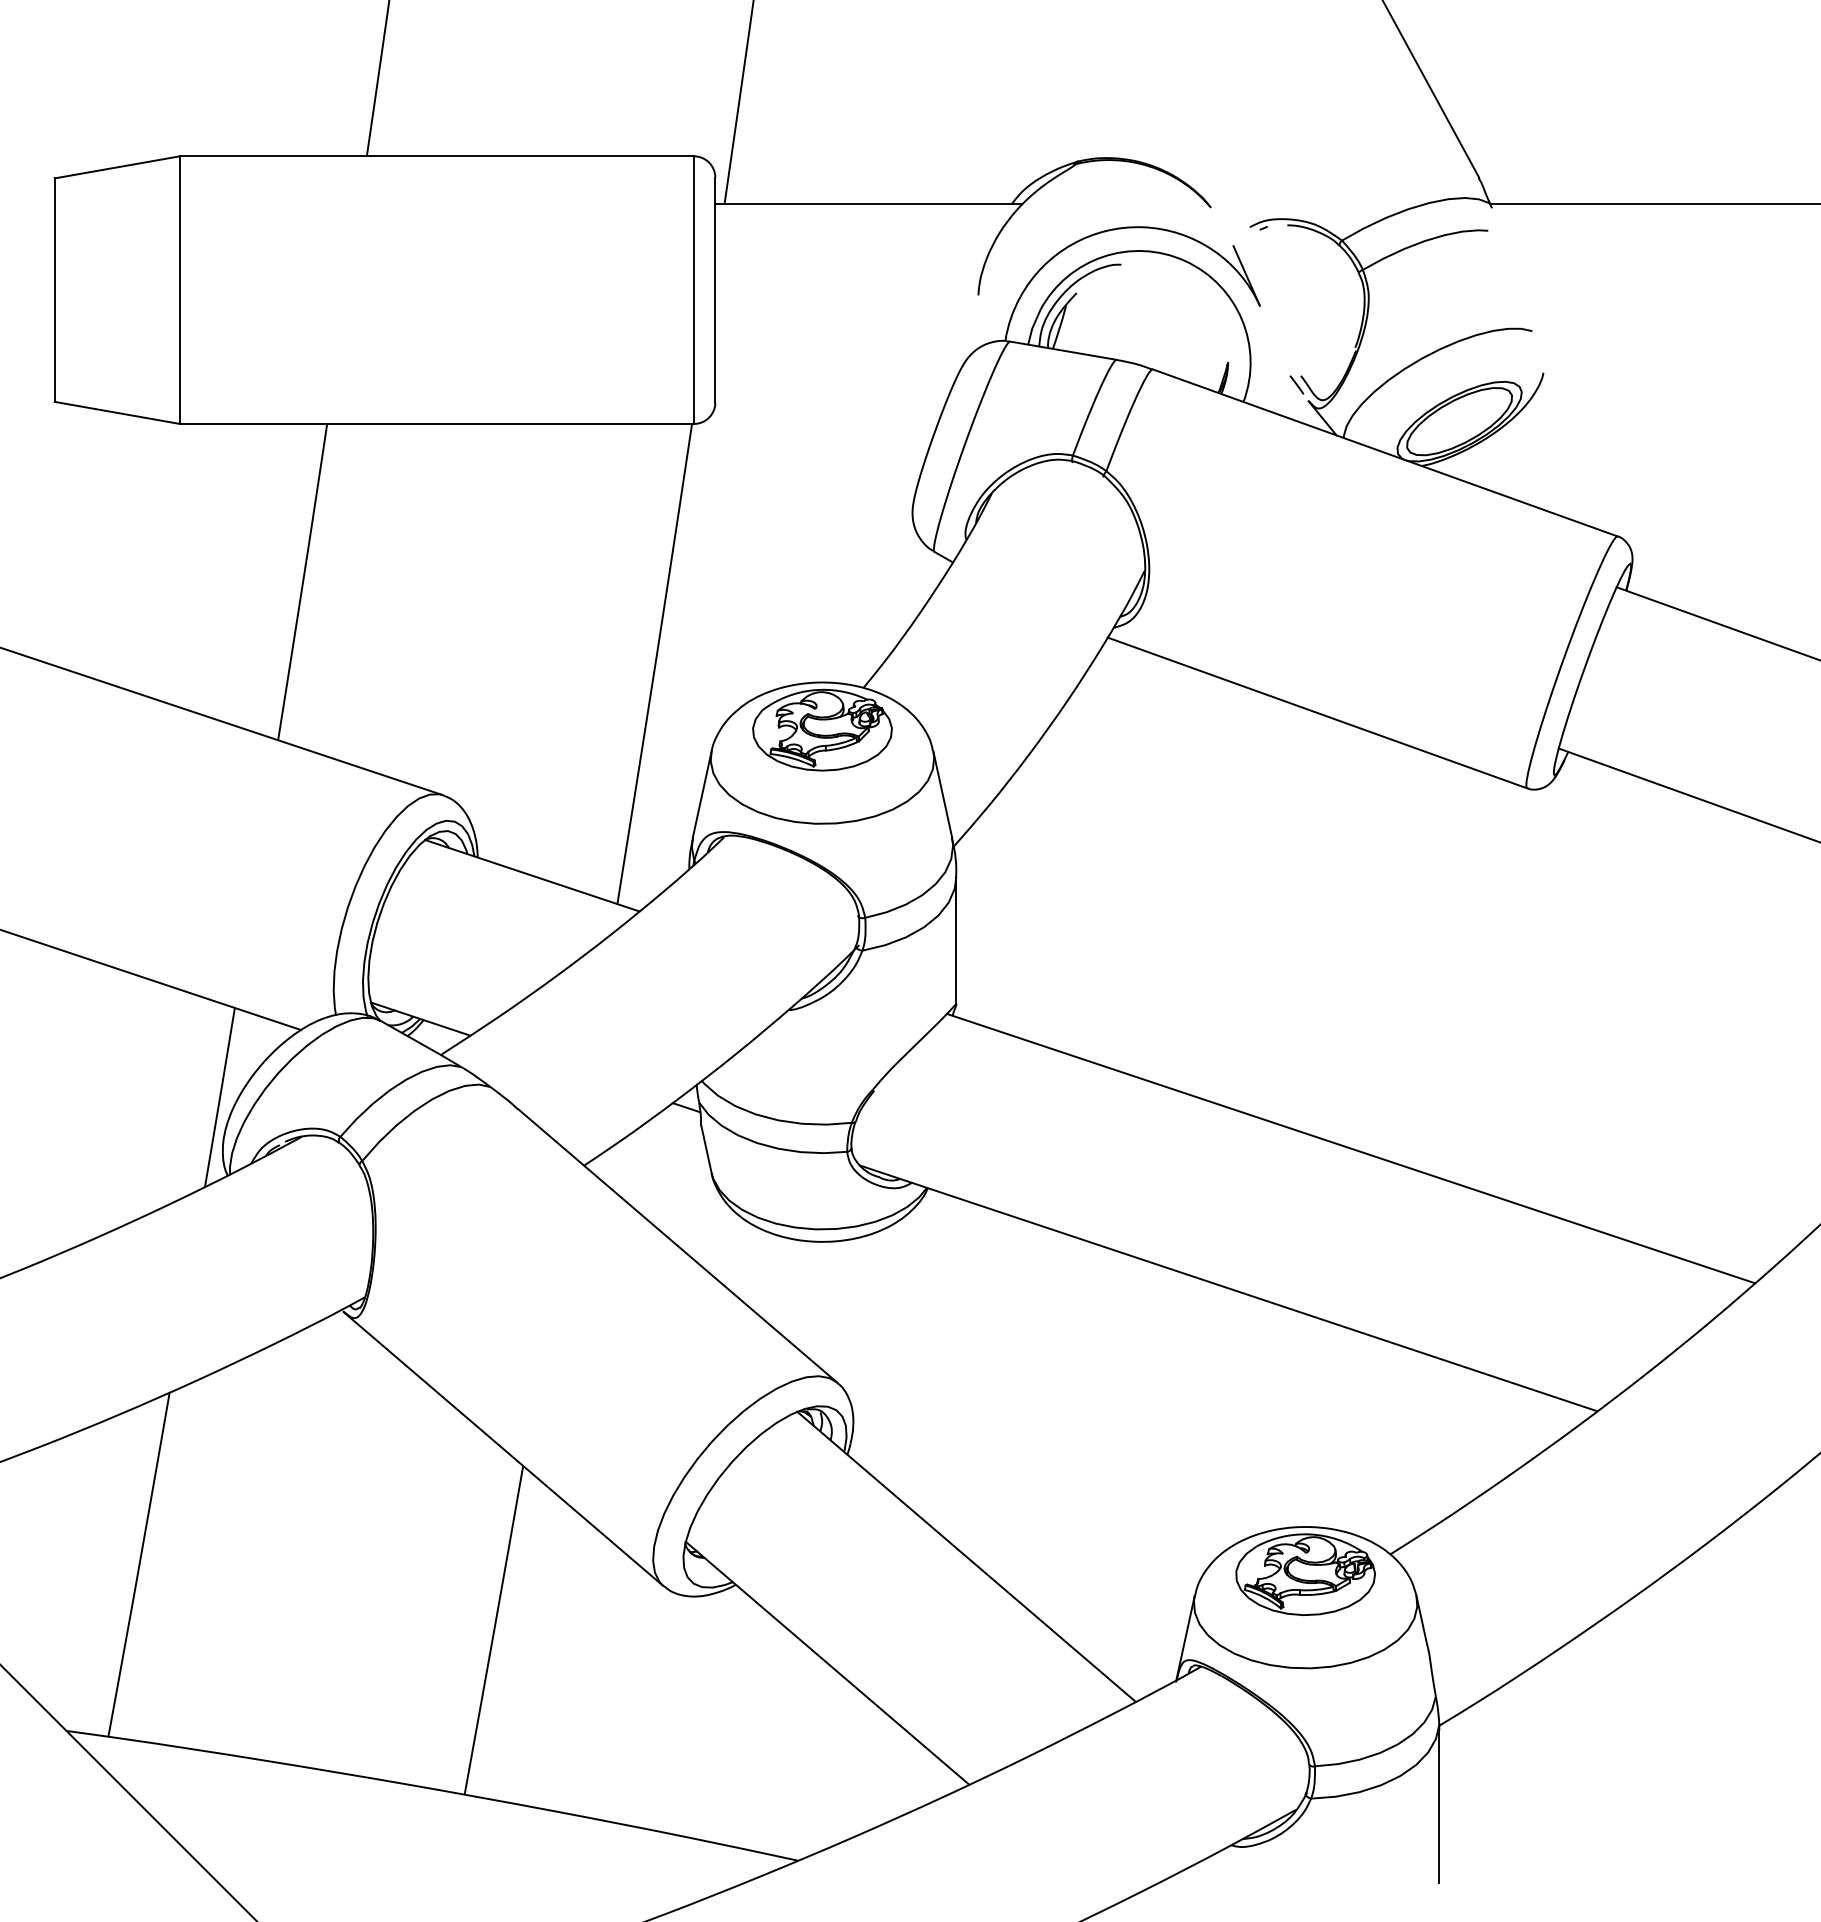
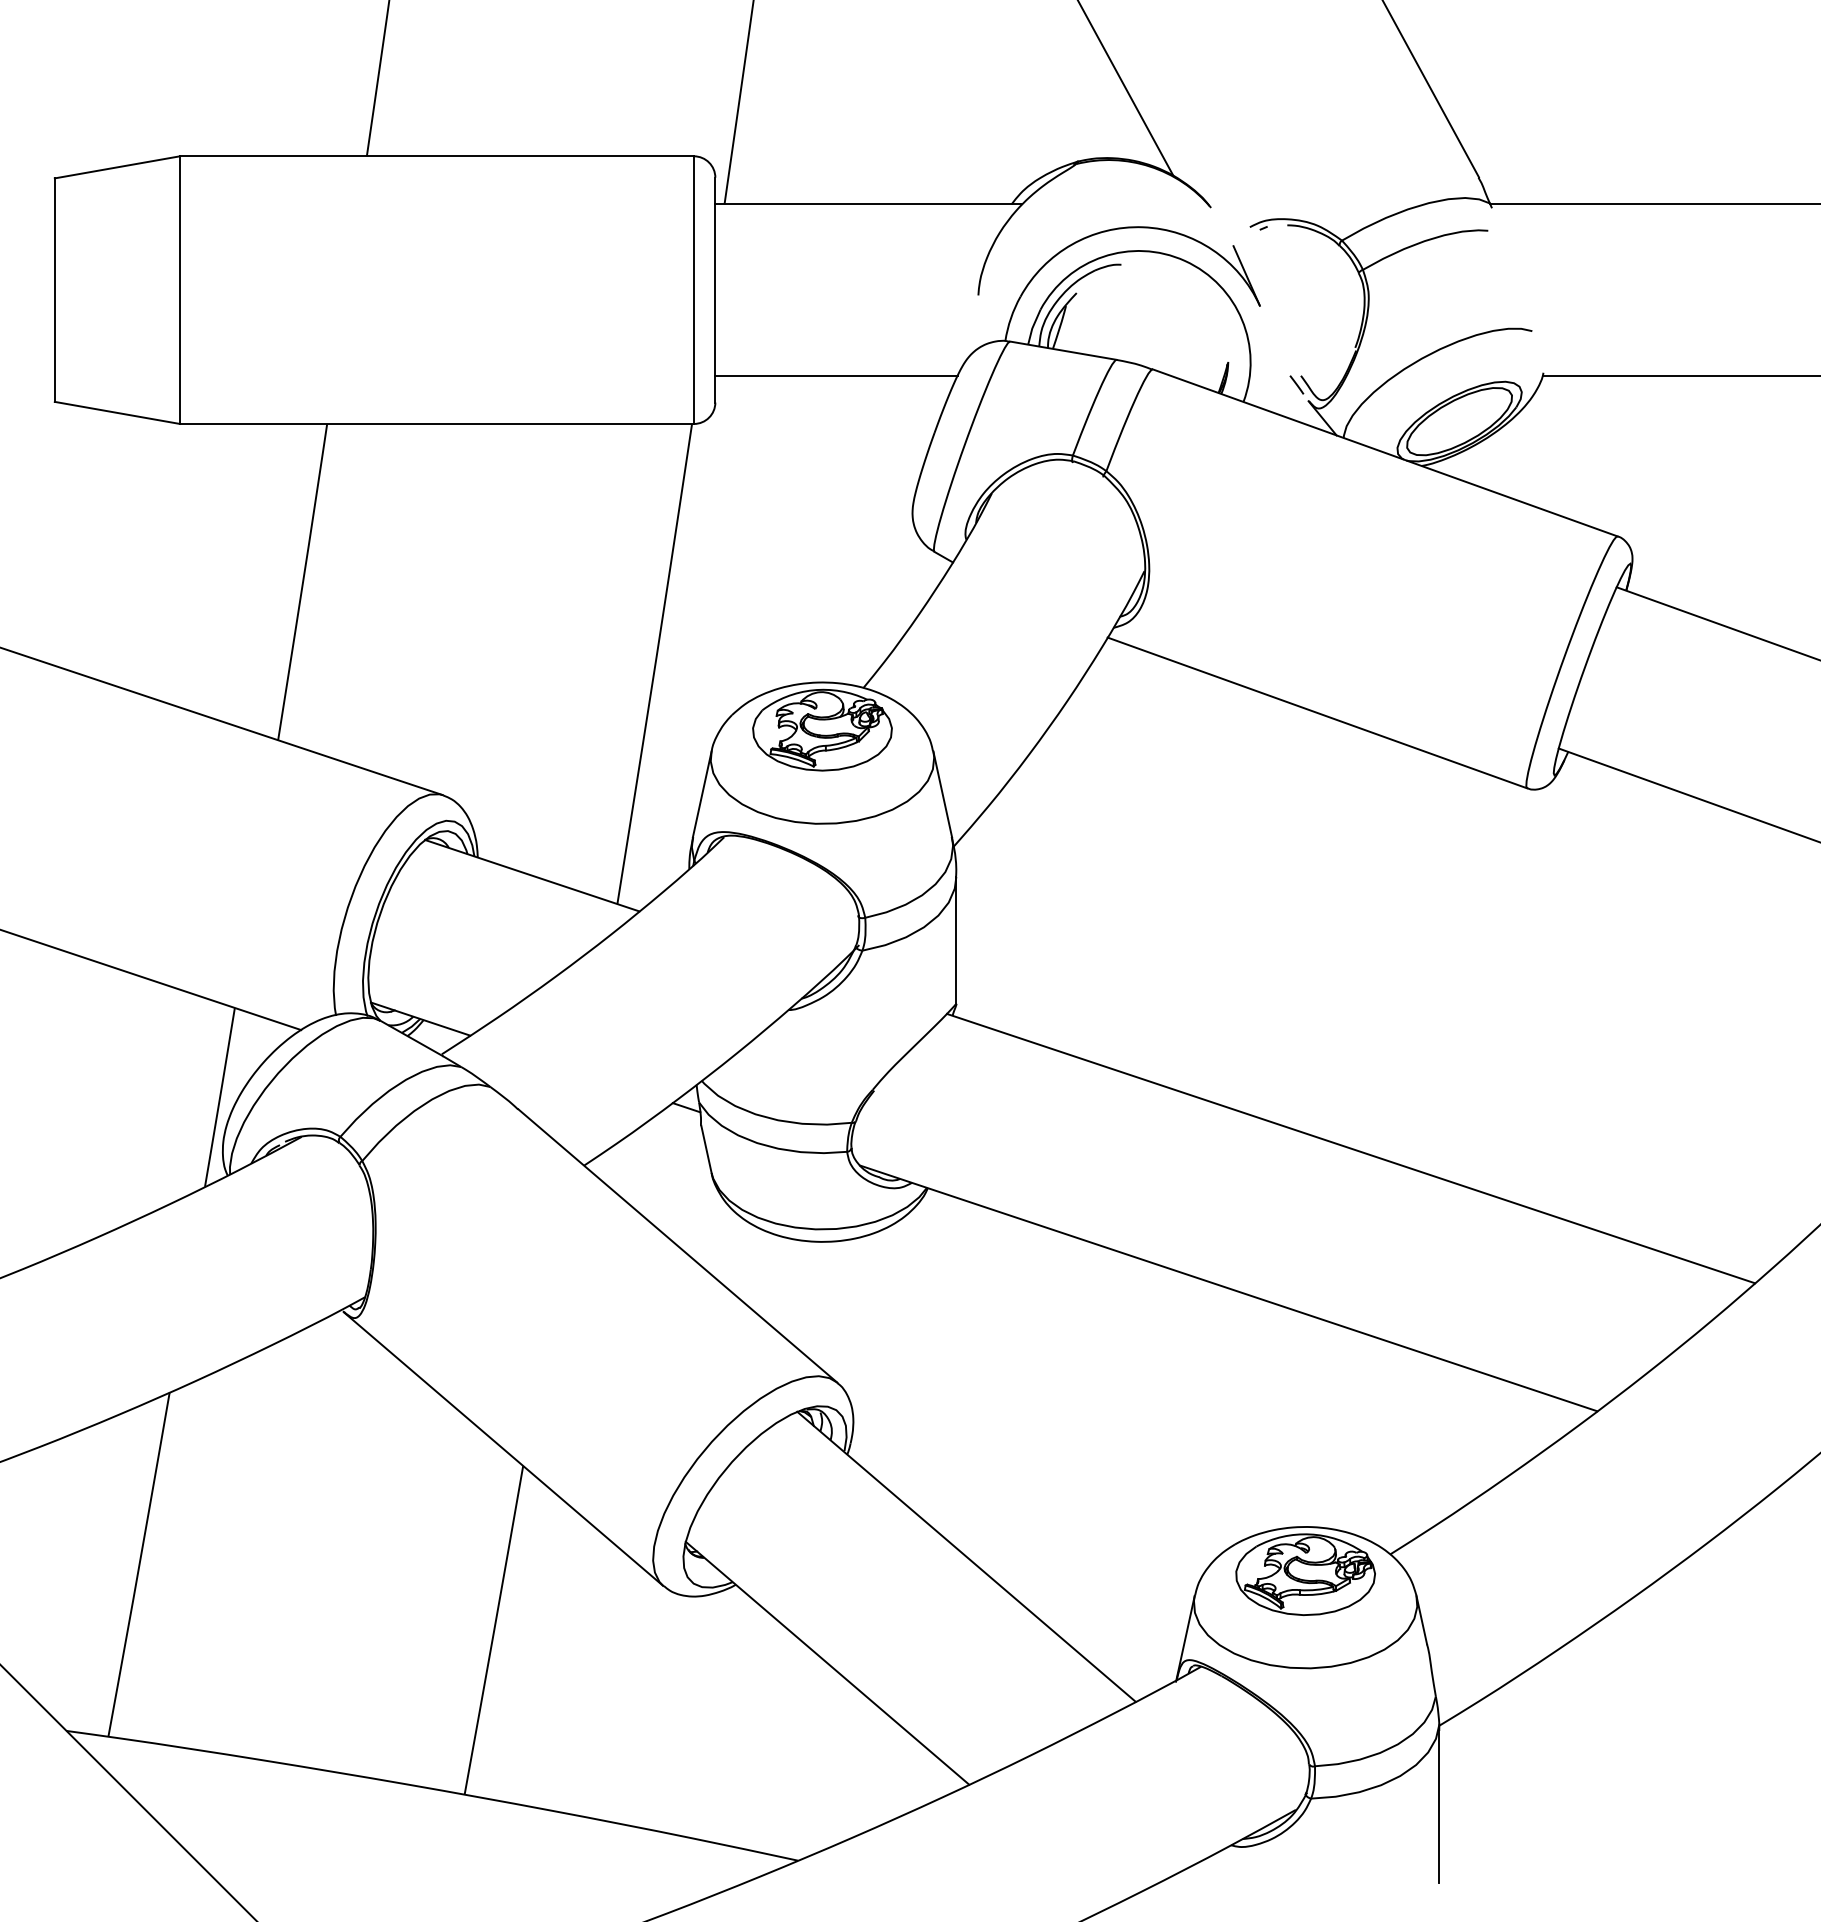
line at (1125, 88): none -> present
line at (836, 375): none -> present
line at (1679, 375): none -> present
